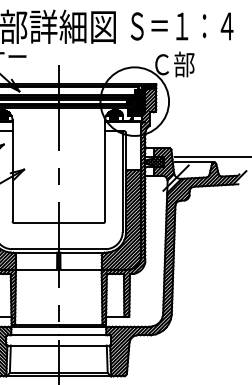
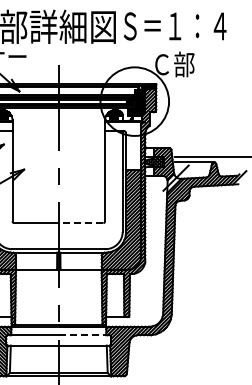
text at (181, 26) position: (181, 26) -> (174, 26)
line at (80, 223): solid -> dashed
line at (83, 335): solid -> dashed
